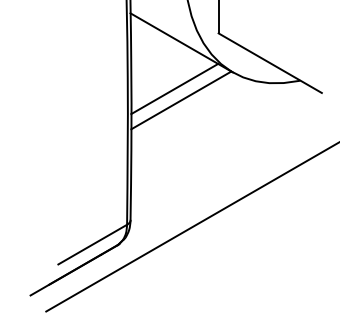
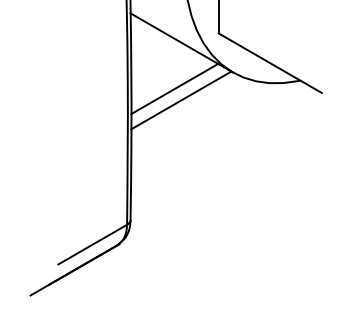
line at (191, 227): present -> none
